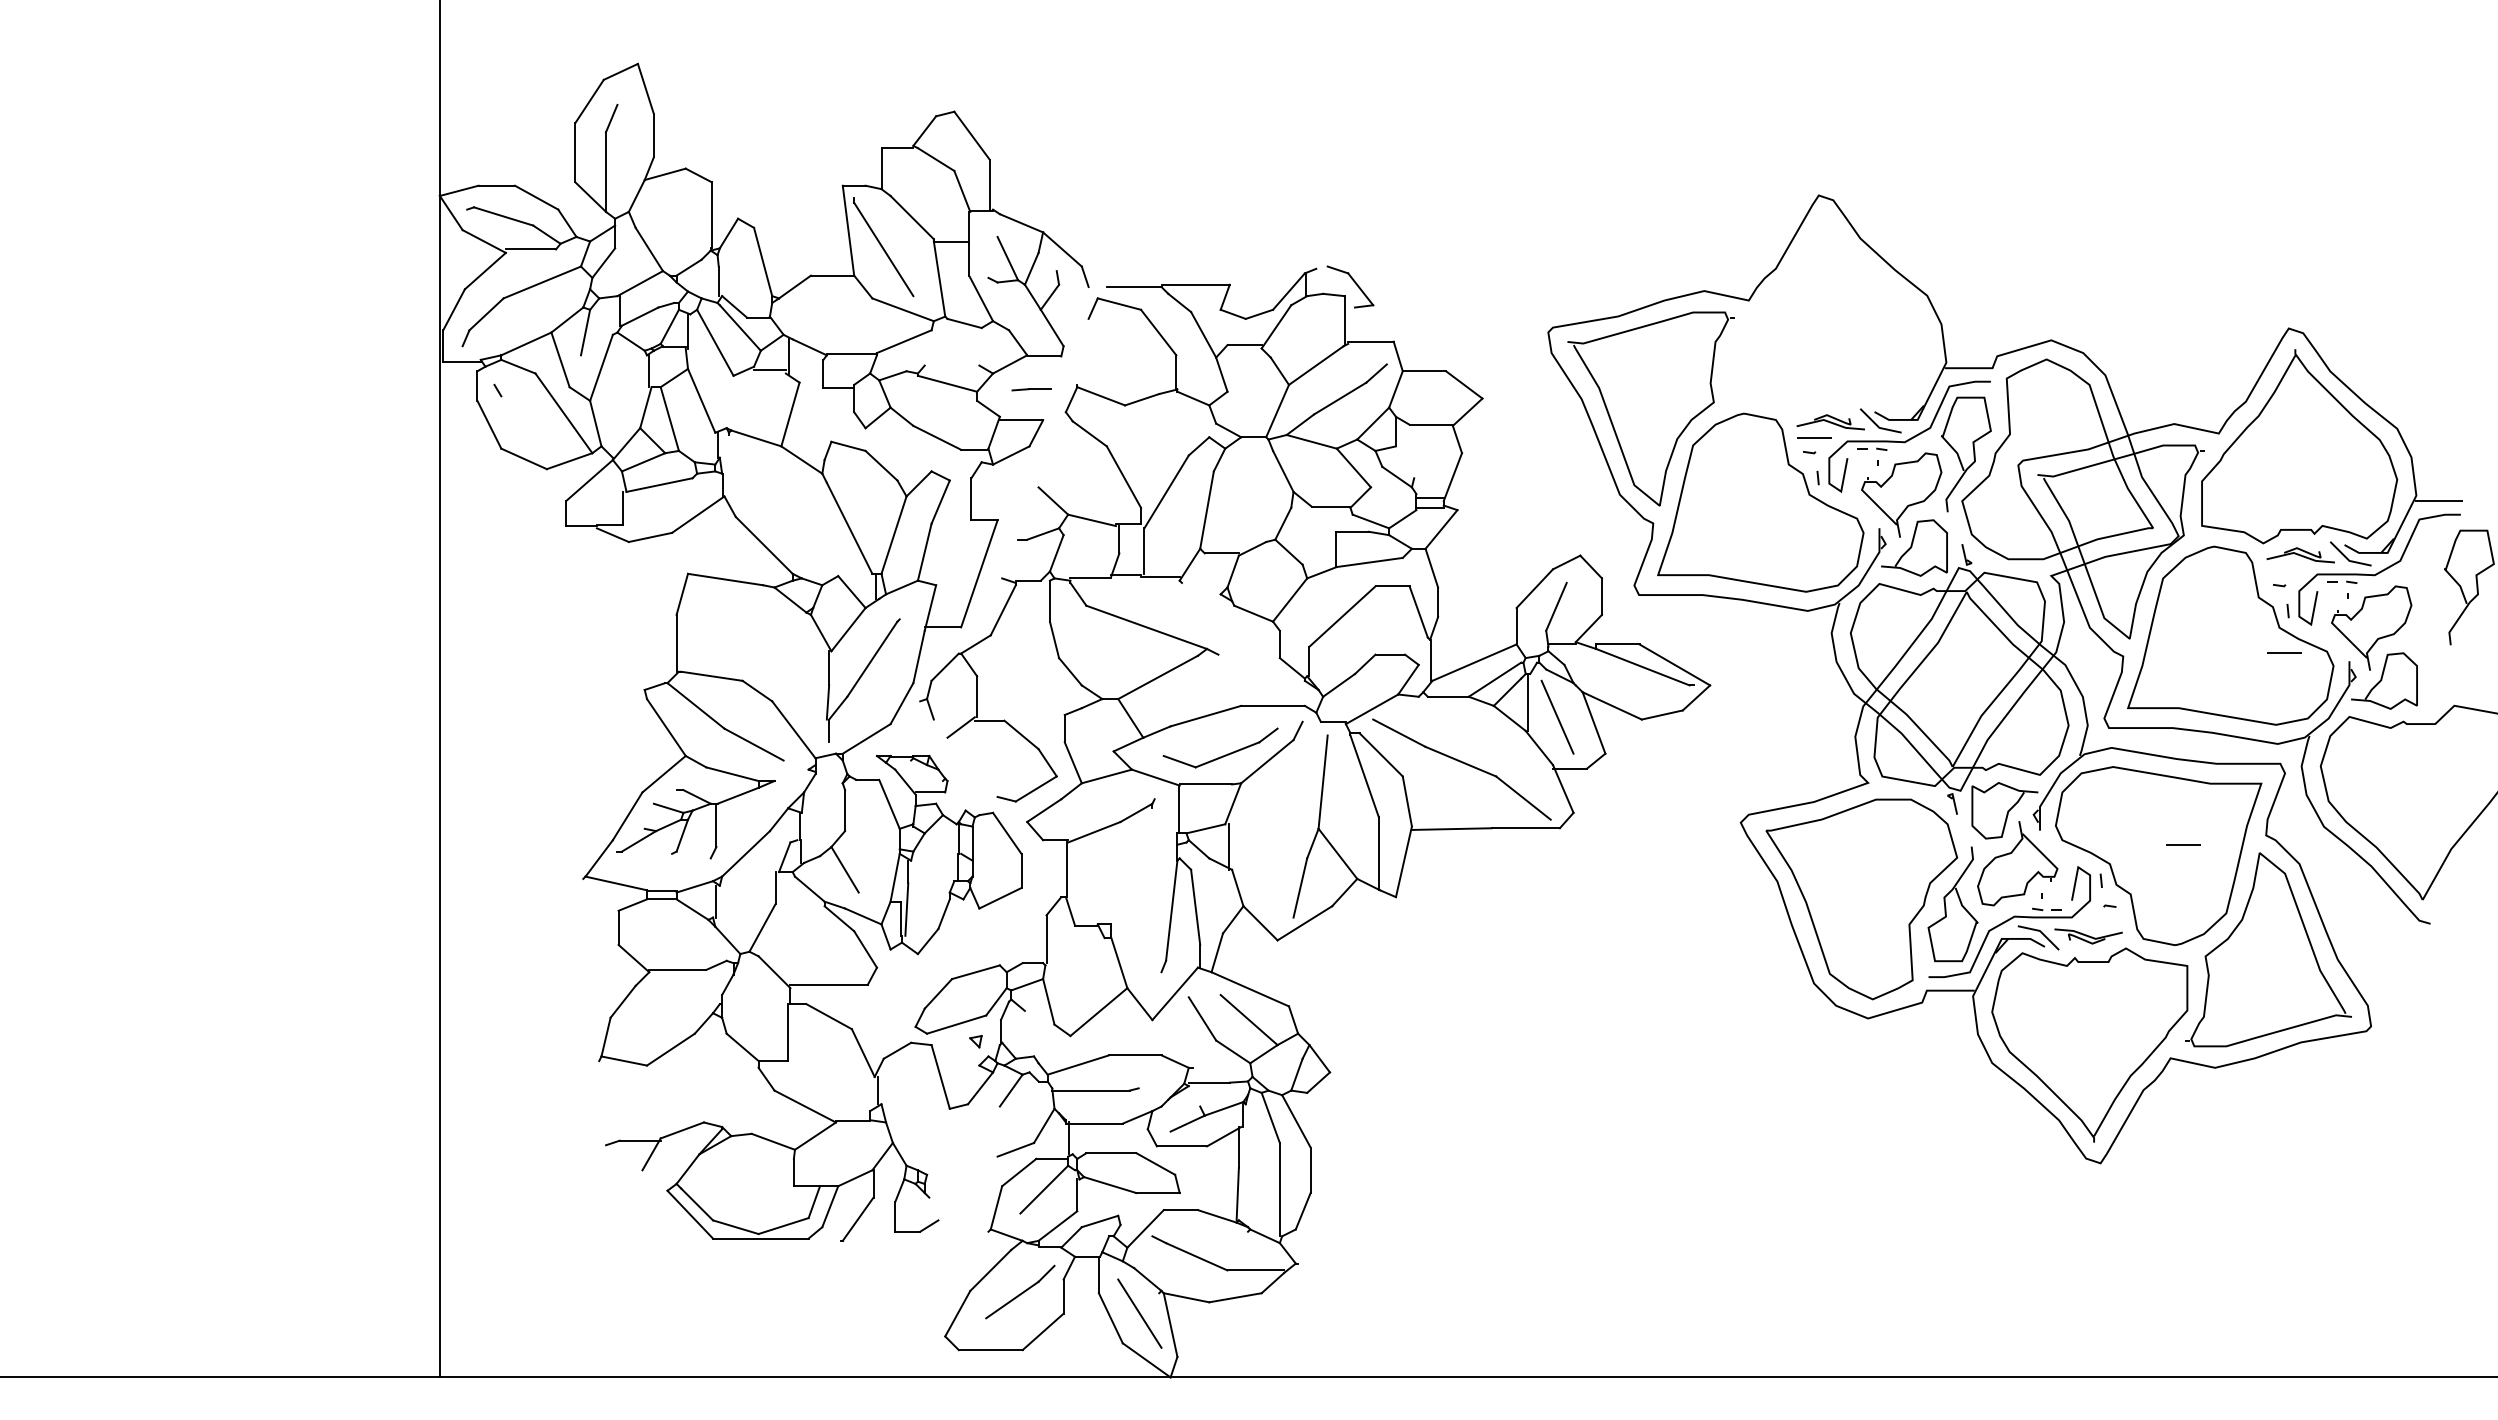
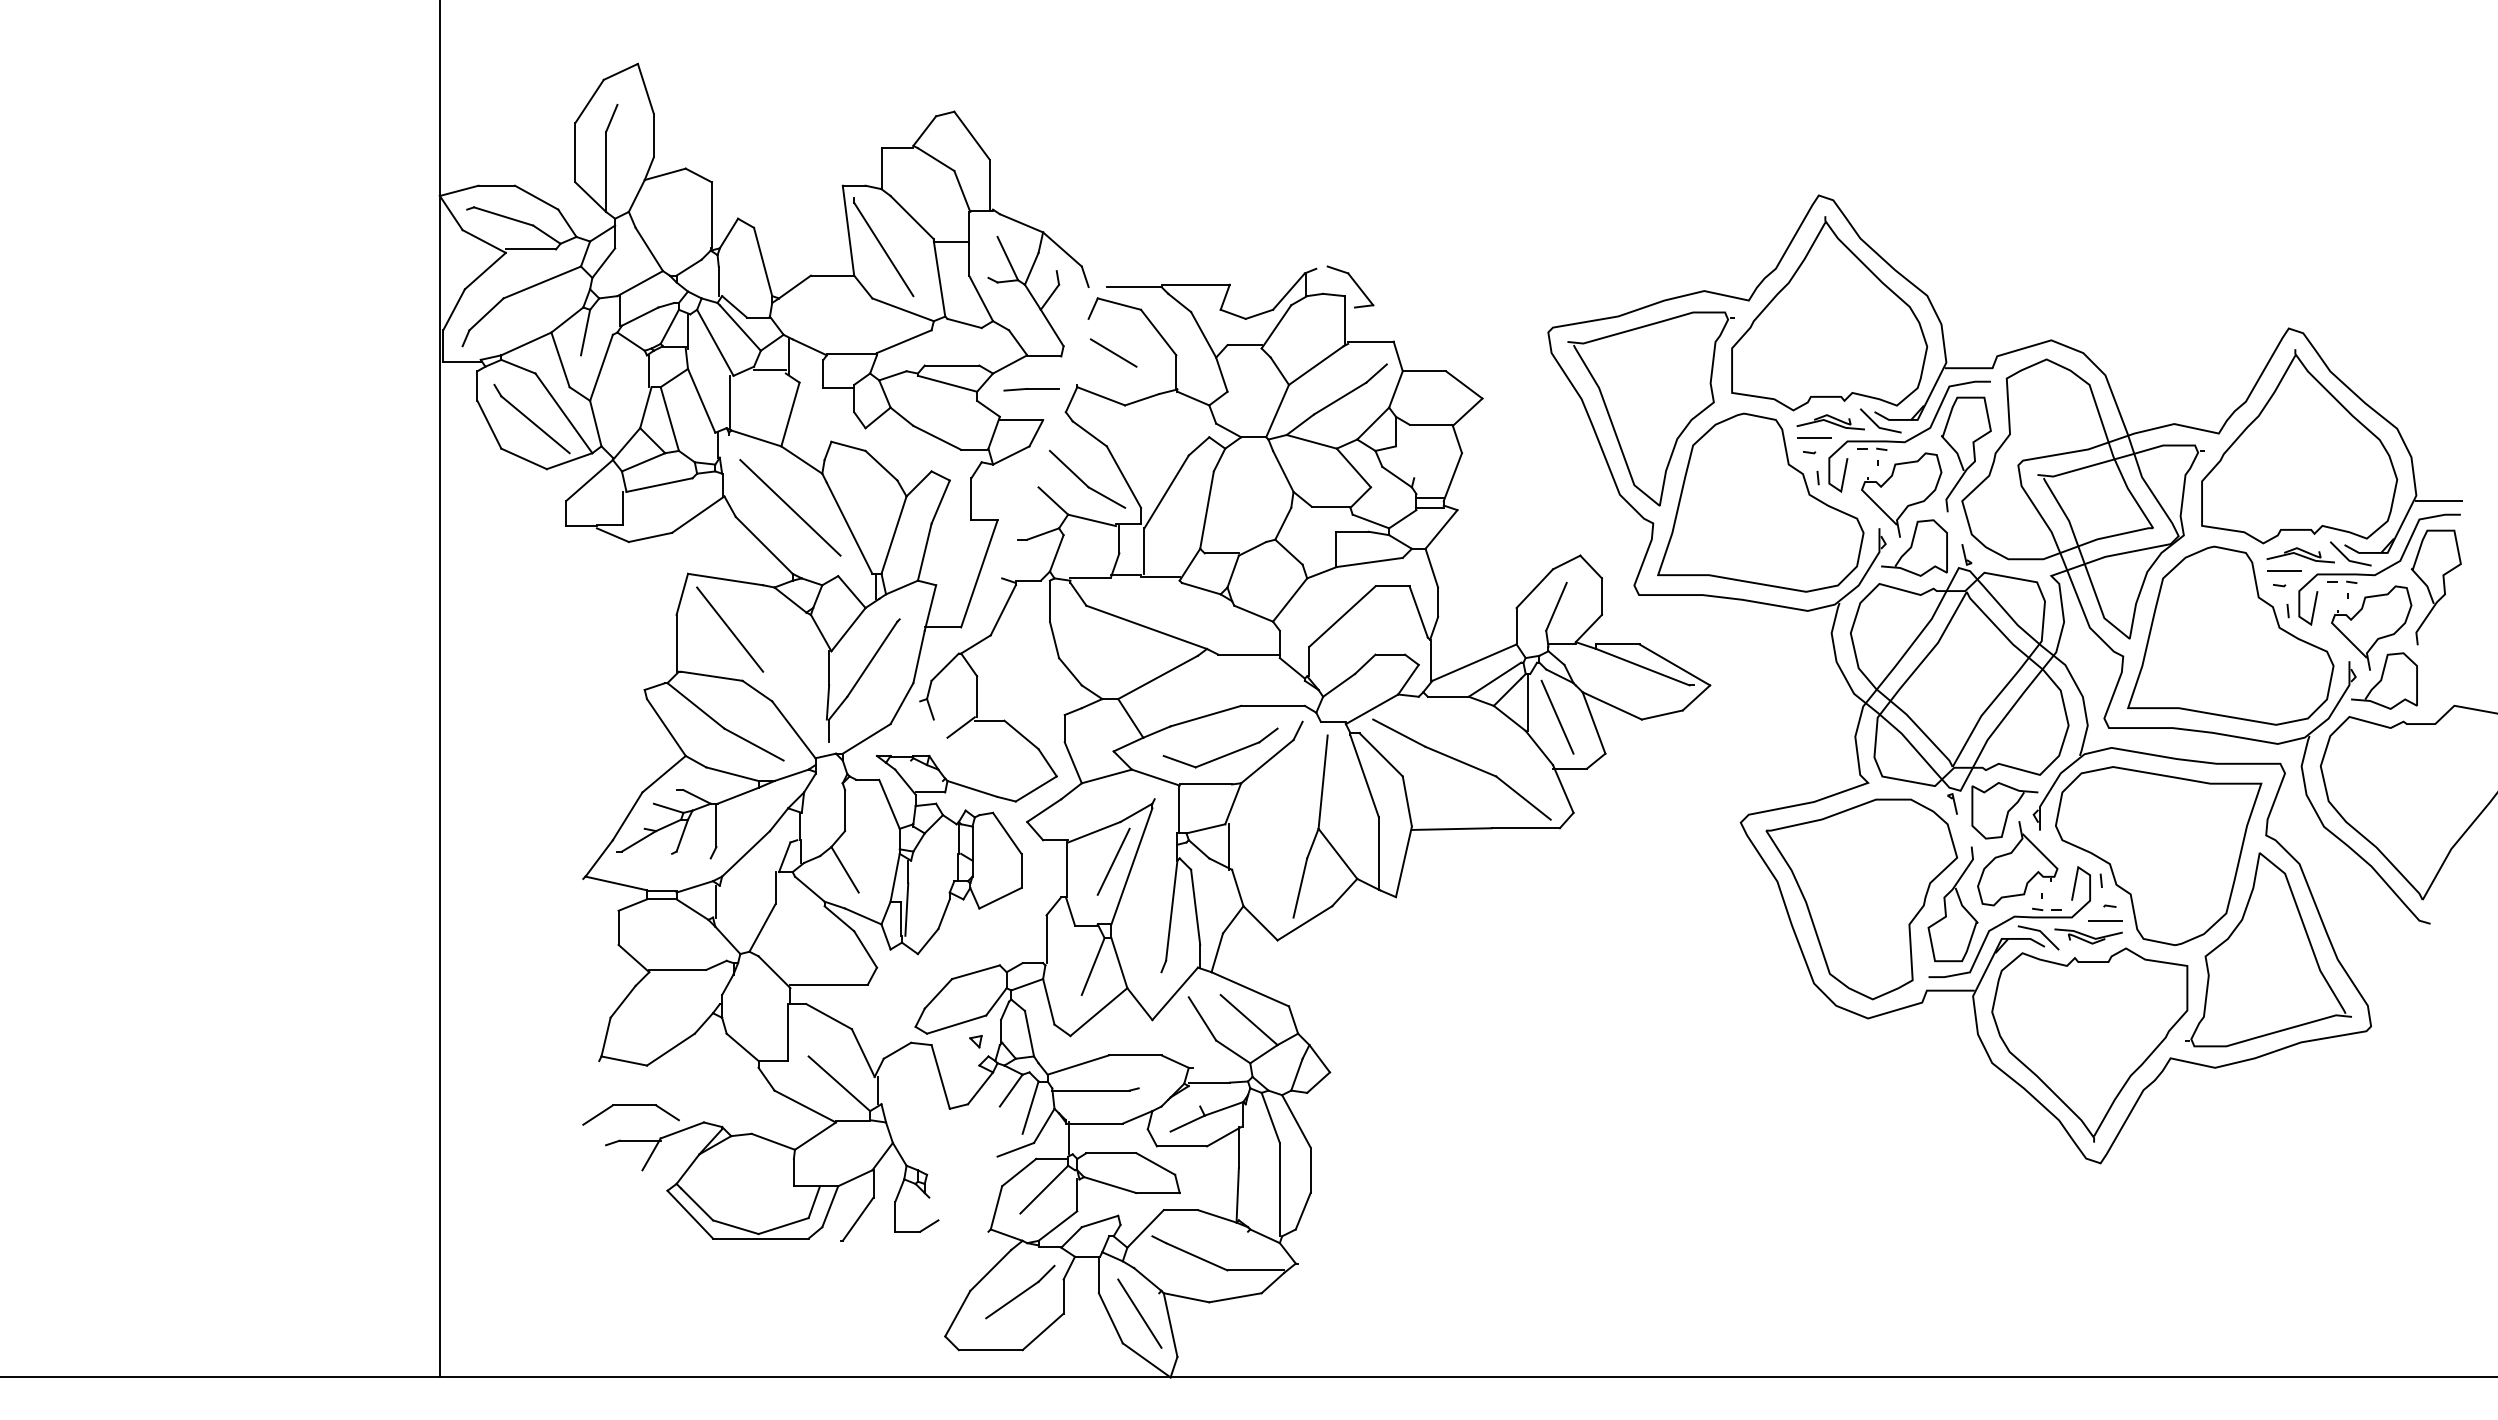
curve at (1790, 282): none -> present
line at (1113, 352): none -> present
line at (951, 365): none -> present
part at (1031, 389) size: 41x4 px -> 57x4 px
line at (730, 401): none -> present
line at (535, 424): none -> present
part at (1087, 479): none -> present
line at (790, 507): none -> present
curve at (2476, 587) position: (2476, 587) -> (2443, 587)
line at (1200, 588): none -> present
line at (730, 629): none -> present
line at (2284, 652) position: (2284, 652) -> (2284, 570)
line at (1248, 654): none -> present
line at (791, 775): none -> present
line at (972, 788): none -> present
line at (2183, 844) position: (2183, 844) -> (2105, 920)
line at (1113, 861): none -> present
line at (1131, 866): none -> present
line at (1092, 966): none -> present
line at (1029, 1033): none -> present
line at (839, 1083): none -> present
part at (630, 1105): none -> present
line at (1030, 1107): none -> present
